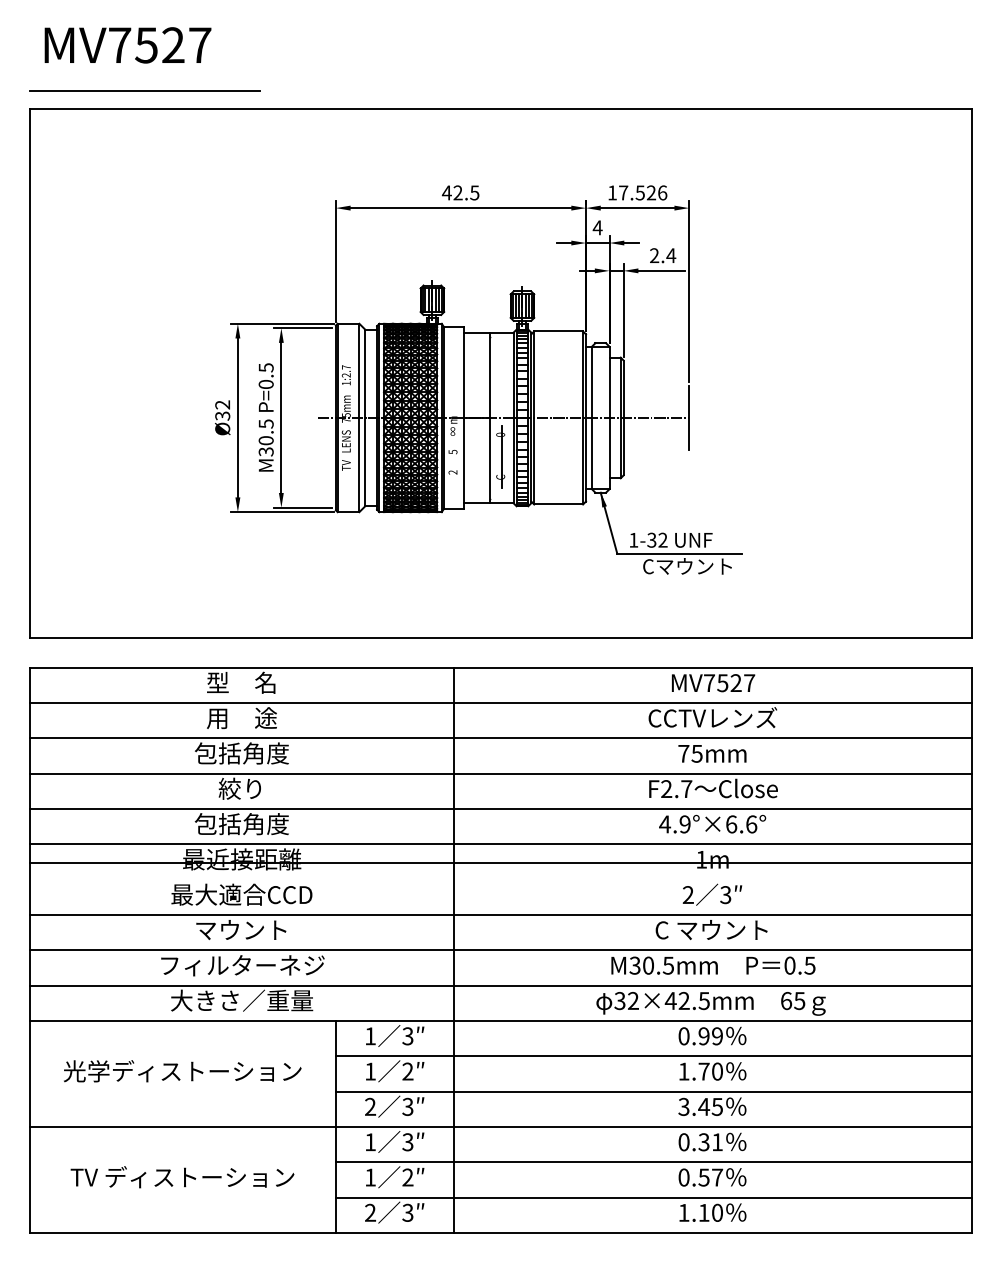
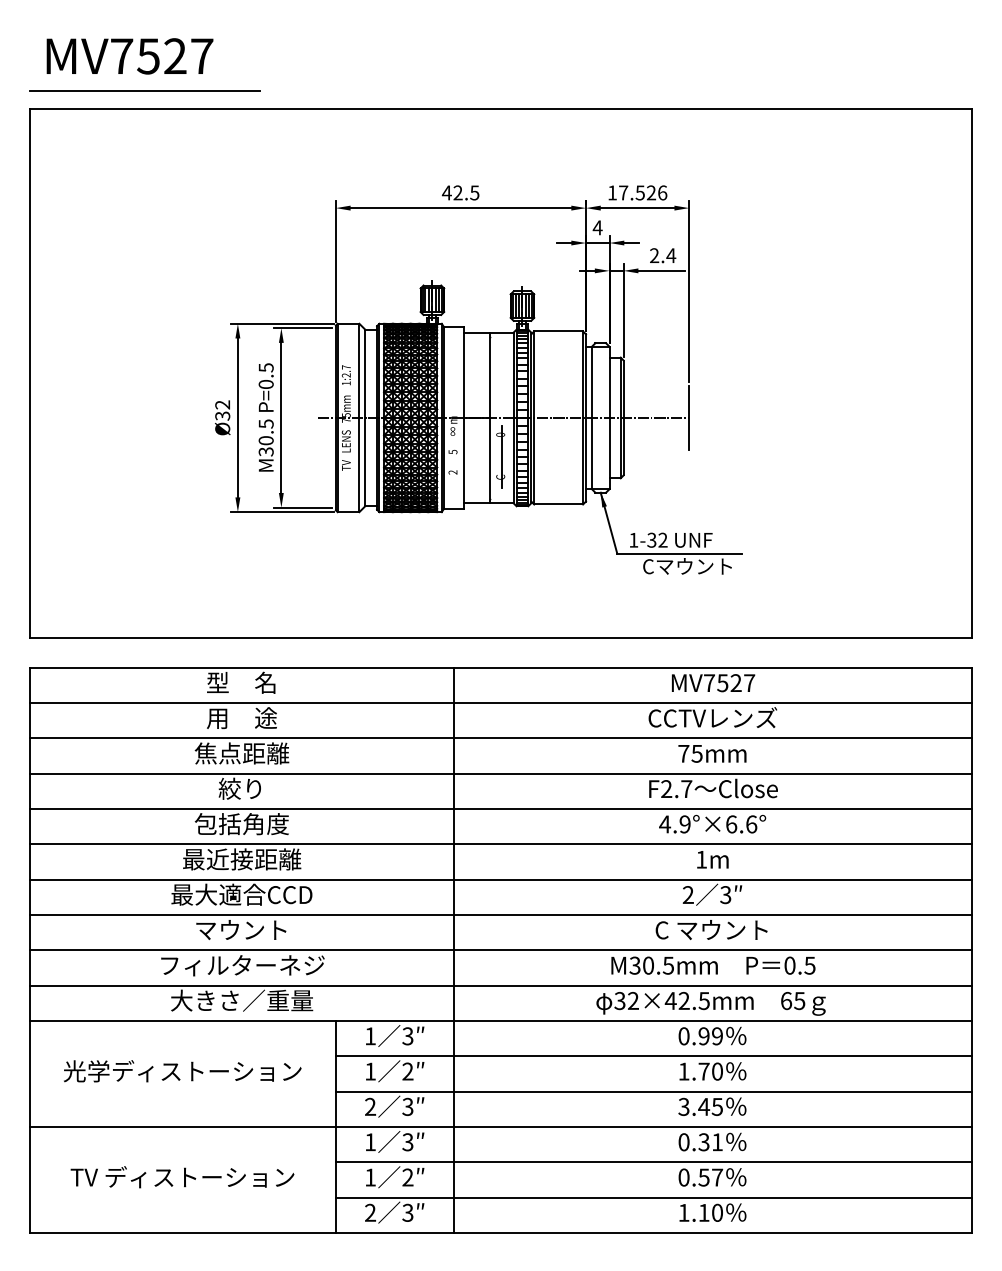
text at (127, 45) position: (127, 45) -> (129, 56)
text at (241, 753): 包括角度 -> 焦点距離
line at (500, 862) position: (500, 862) -> (500, 879)
